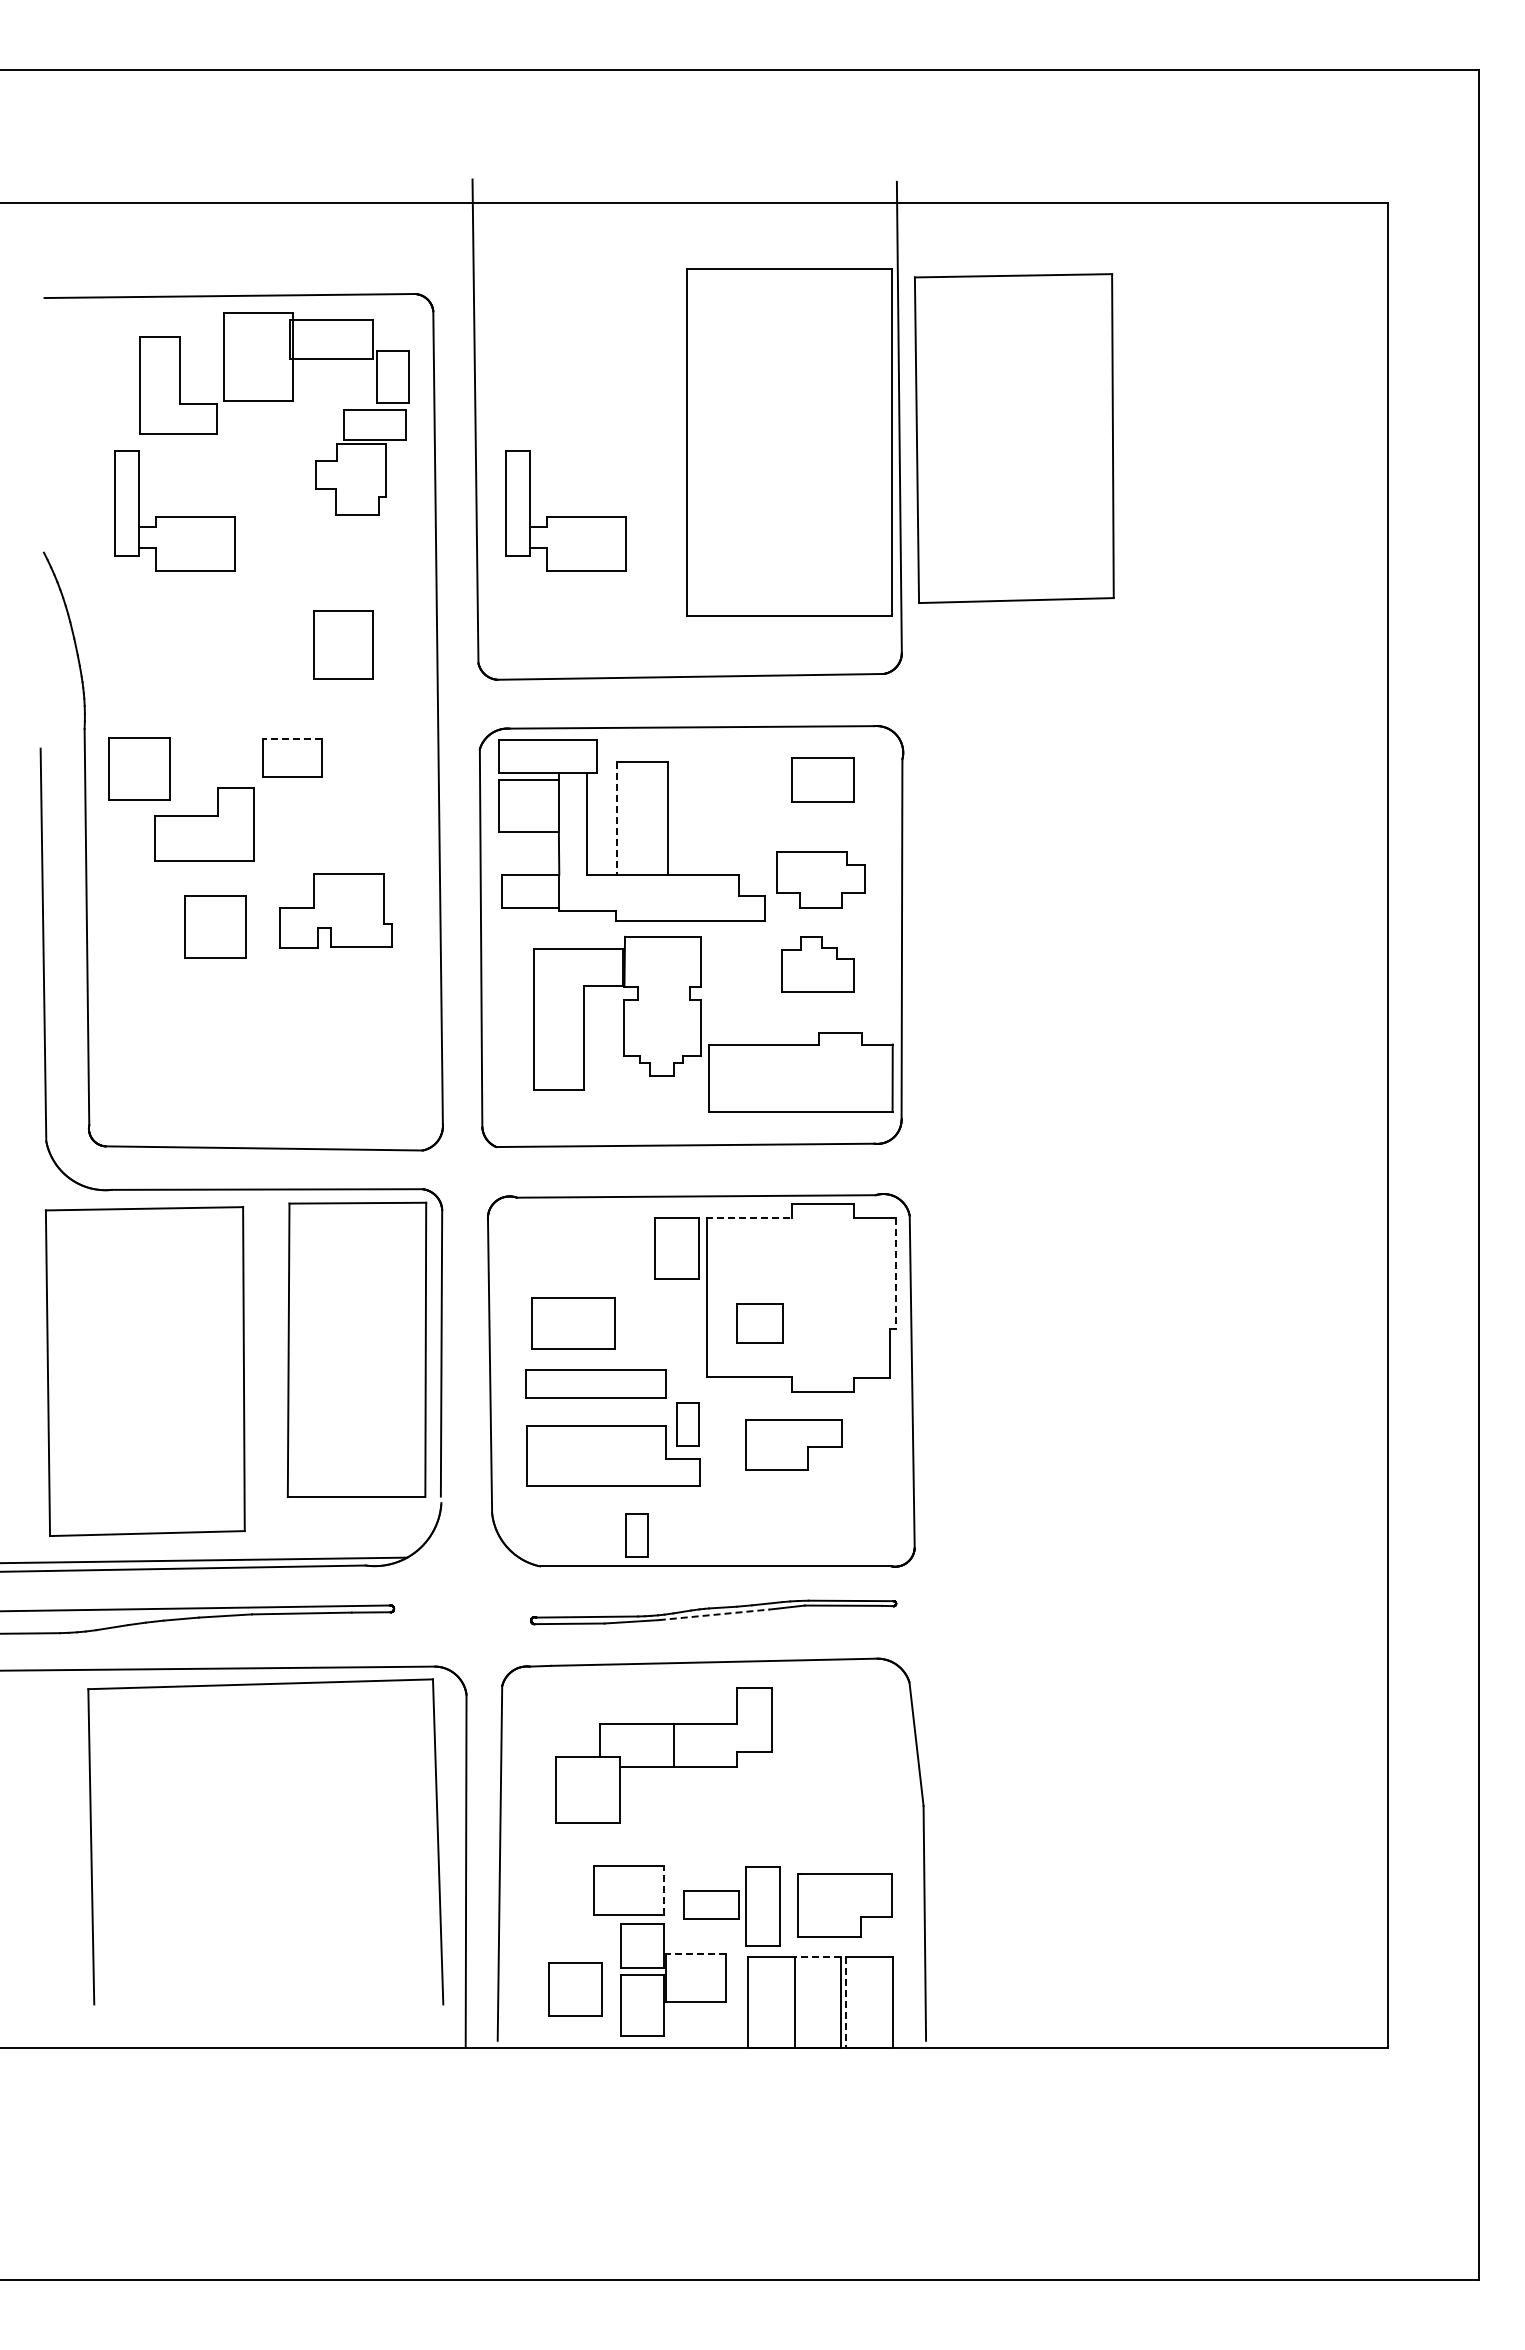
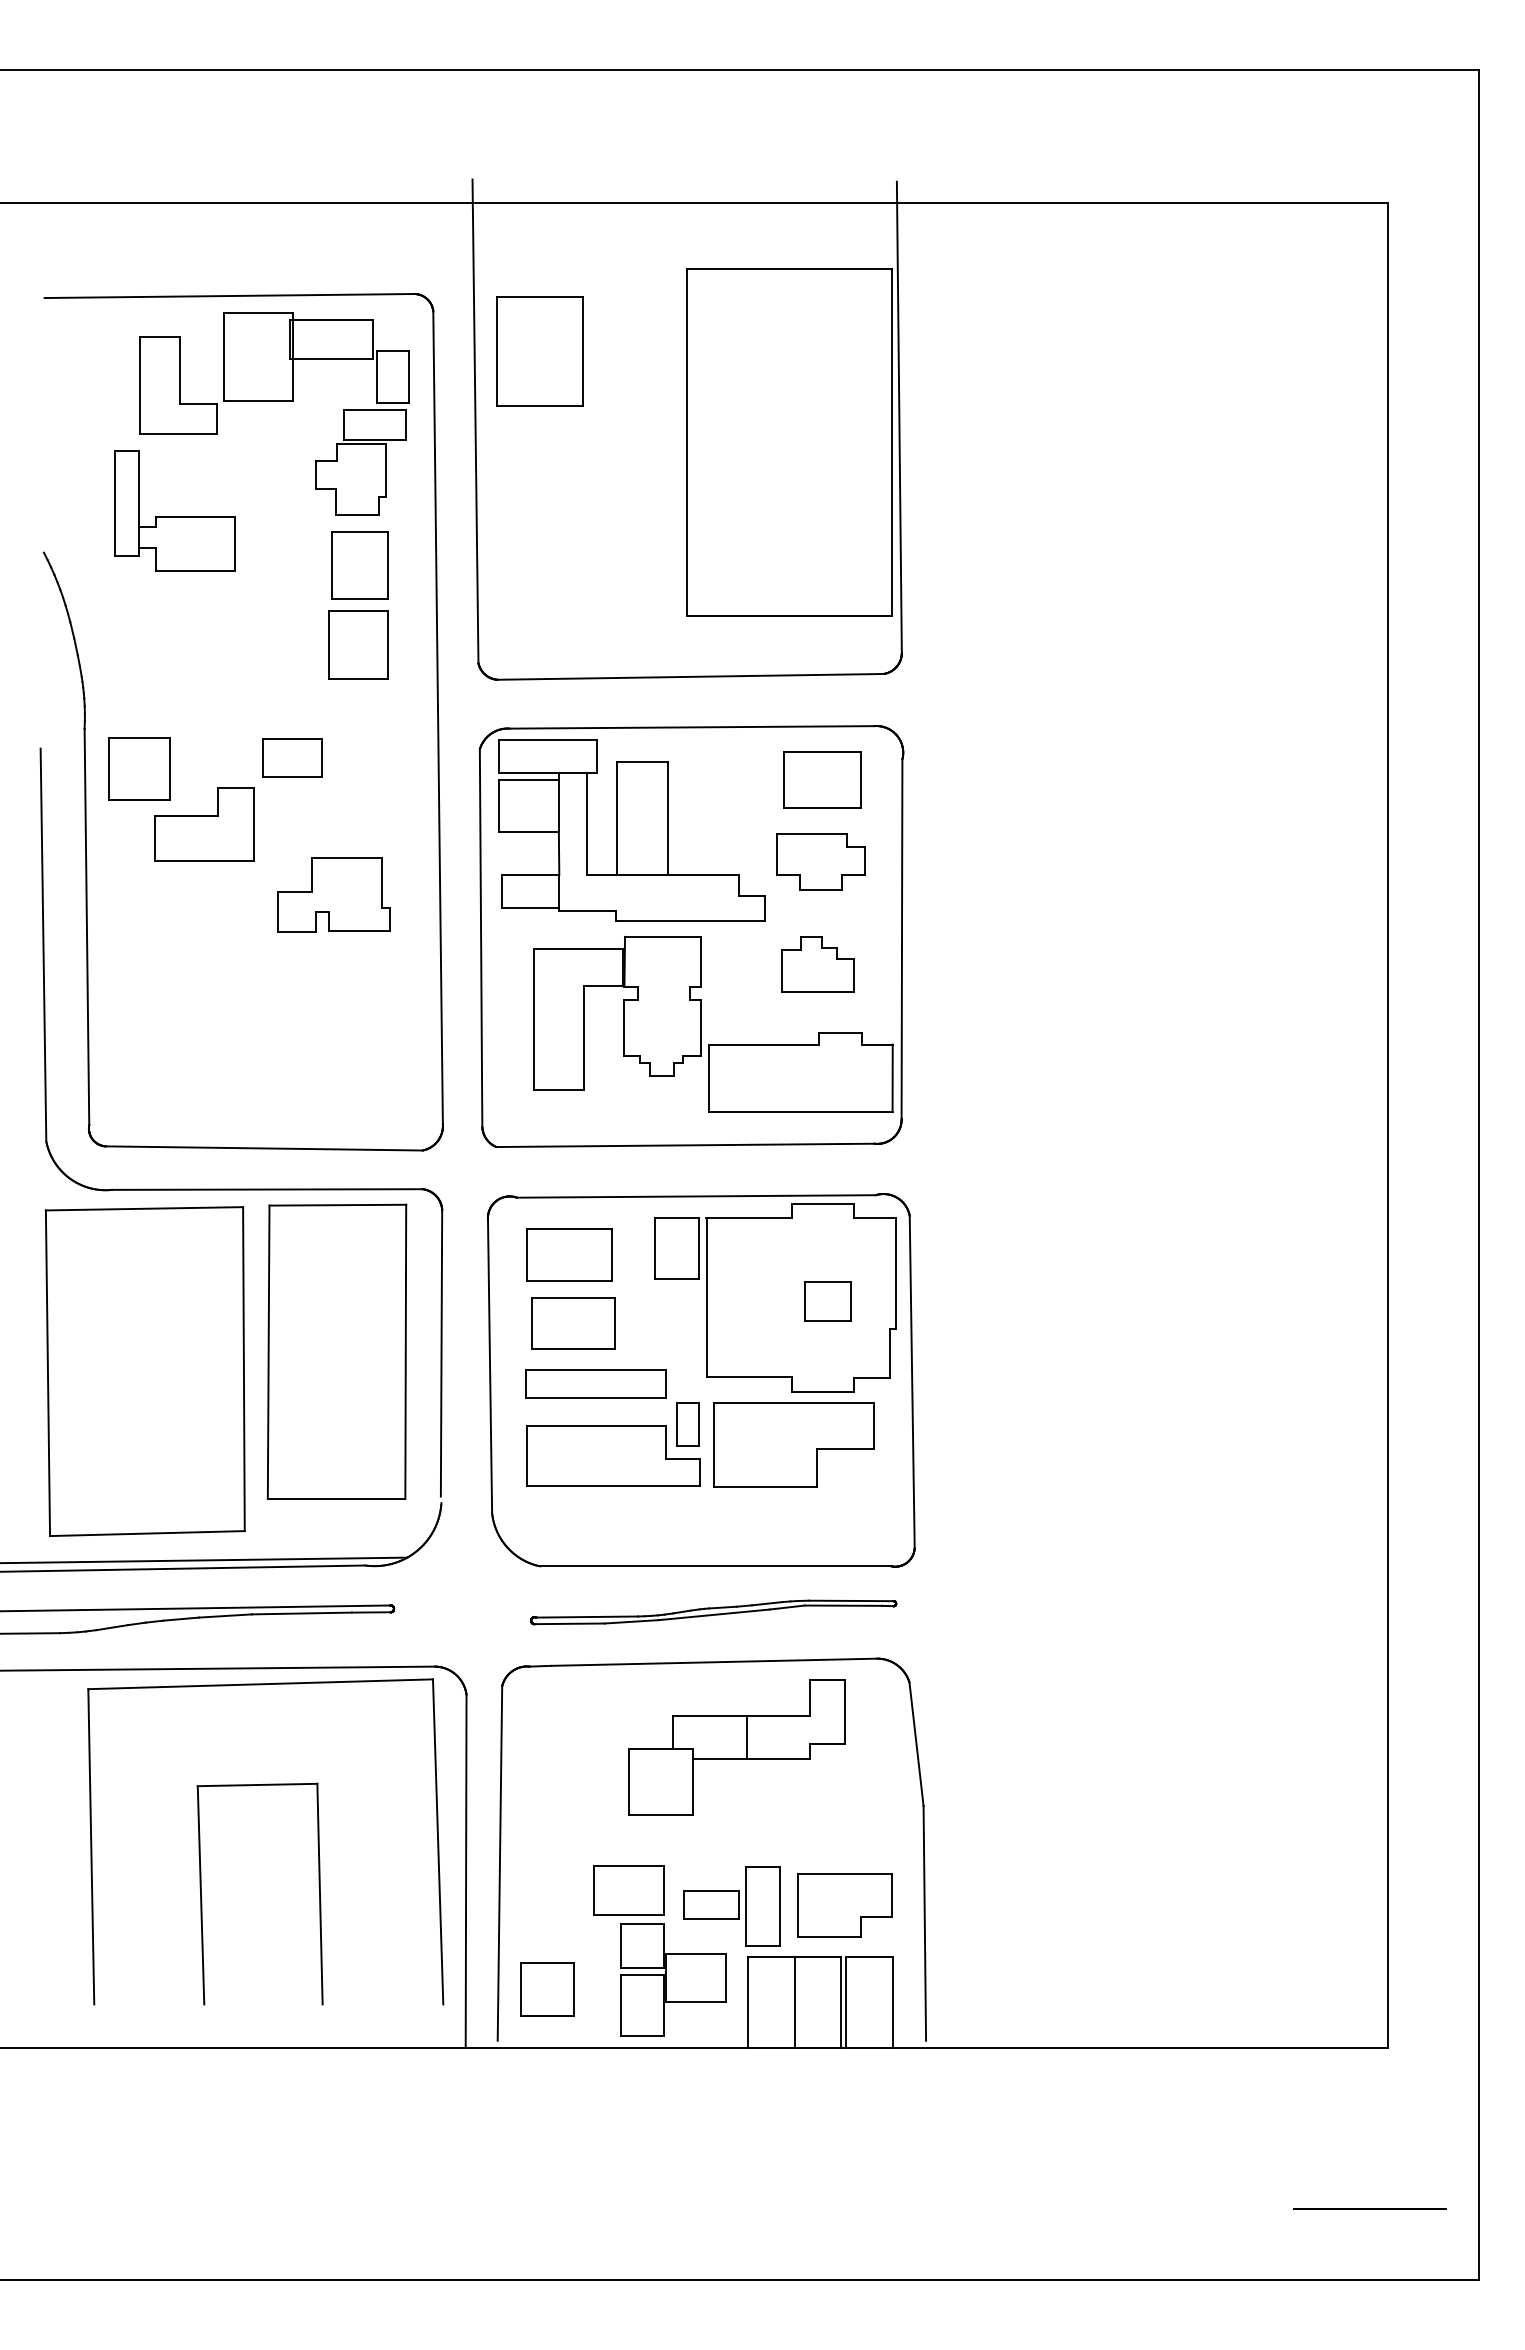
part at (539, 351): none -> present
part at (1014, 438): present -> none
part at (565, 510): present -> none
part at (359, 565): none -> present
part at (343, 644) position: (343, 644) -> (358, 644)
line at (292, 738): dashed -> solid
part at (822, 779) size: 64x46 px -> 79x58 px
line at (616, 819): dashed -> solid
part at (820, 879) position: (820, 879) -> (820, 861)
part at (335, 910) position: (335, 910) -> (333, 894)
part at (215, 926): present -> none
line at (749, 1218): dashed -> solid
part at (569, 1254): none -> present
line at (896, 1273): dashed -> solid
part at (759, 1323) position: (759, 1323) -> (827, 1301)
part at (357, 1349) position: (357, 1349) -> (337, 1351)
part at (793, 1444) size: 98x52 px -> 162x86 px
part at (636, 1535): present -> none
line at (714, 1614): dashed -> solid
part at (663, 1755) position: (663, 1755) -> (736, 1747)
line at (663, 1889): dashed -> solid
part at (202, 1900): none -> present
line at (695, 1953): dashed -> solid
line at (818, 1956): dashed -> solid
part at (575, 1989) position: (575, 1989) -> (547, 1989)
line at (846, 2002): dashed -> solid
line at (1369, 2208): none -> present
